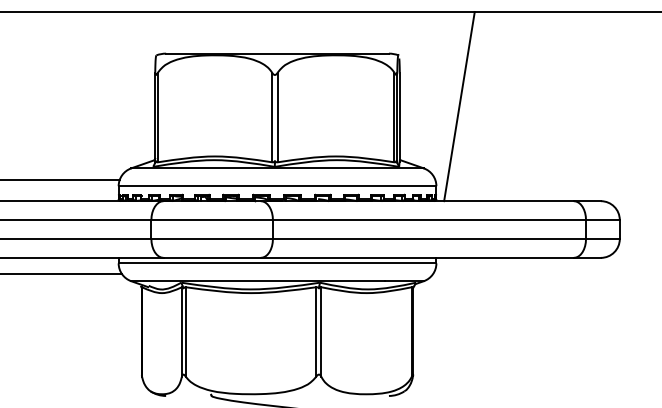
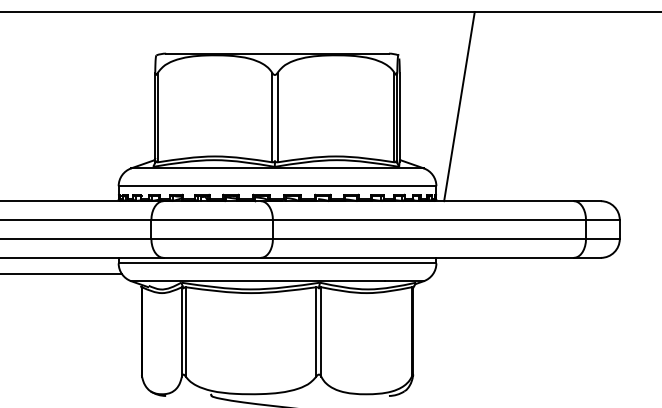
line at (60, 179): present -> none
